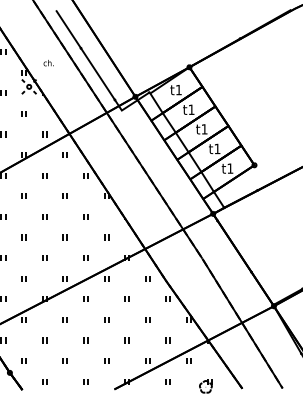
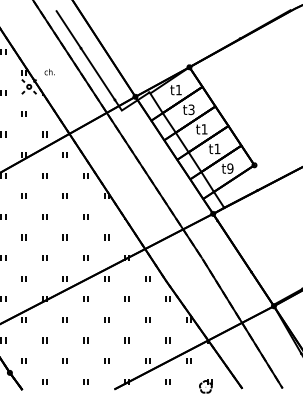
text at (48, 63) position: (48, 63) -> (49, 72)
text at (191, 109): t1 -> t3
text at (230, 168): t1 -> t9
